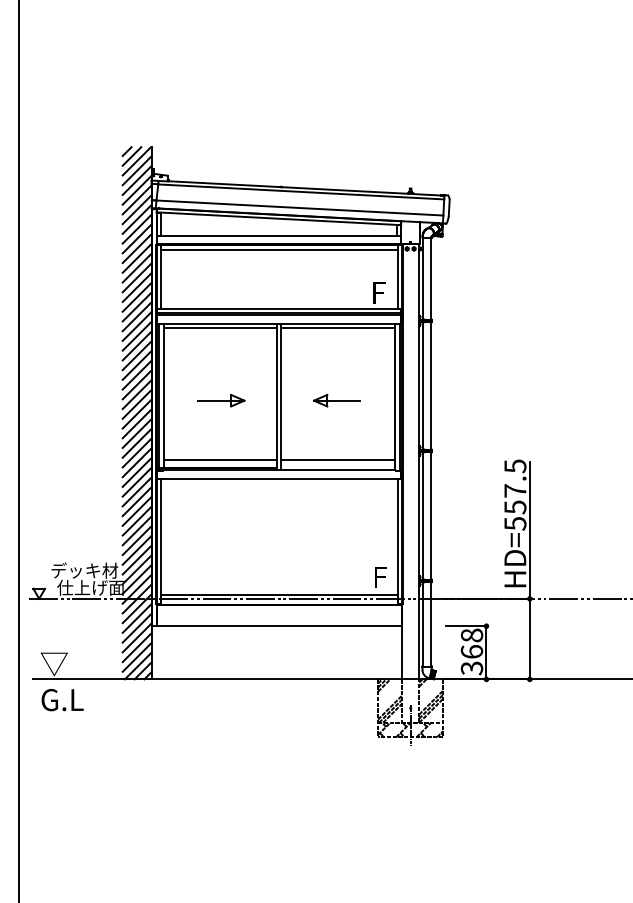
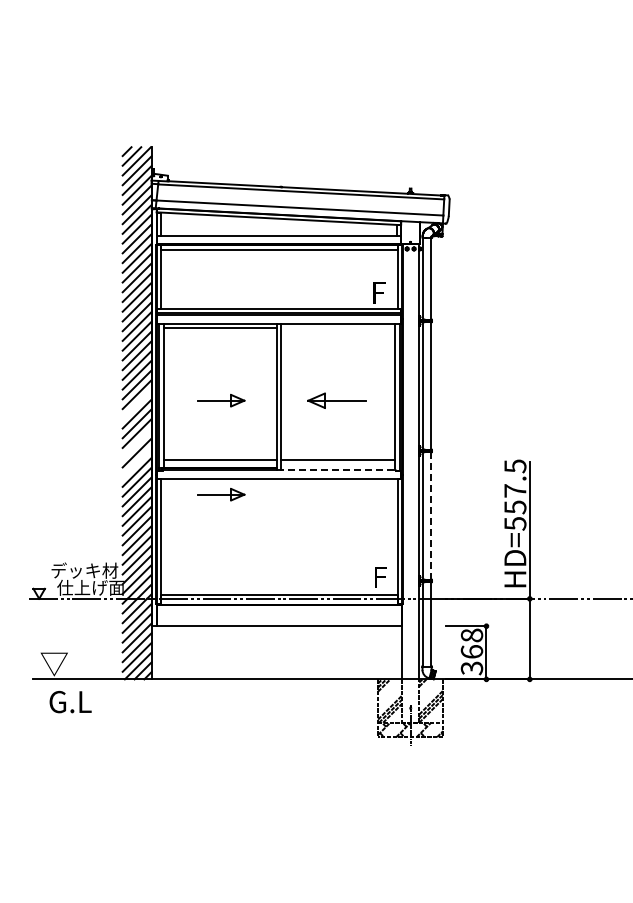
line at (337, 327): present -> none
part at (336, 400) size: 48x15 px -> 60x17 px
line at (136, 403): present -> none
line at (136, 442): present -> none
line at (19, 450): present -> none
line at (136, 462): present -> none
line at (336, 470): solid -> dashed
part at (221, 494): none -> present
line at (431, 515): solid -> dashed
text at (62, 700) position: (62, 700) -> (70, 702)
